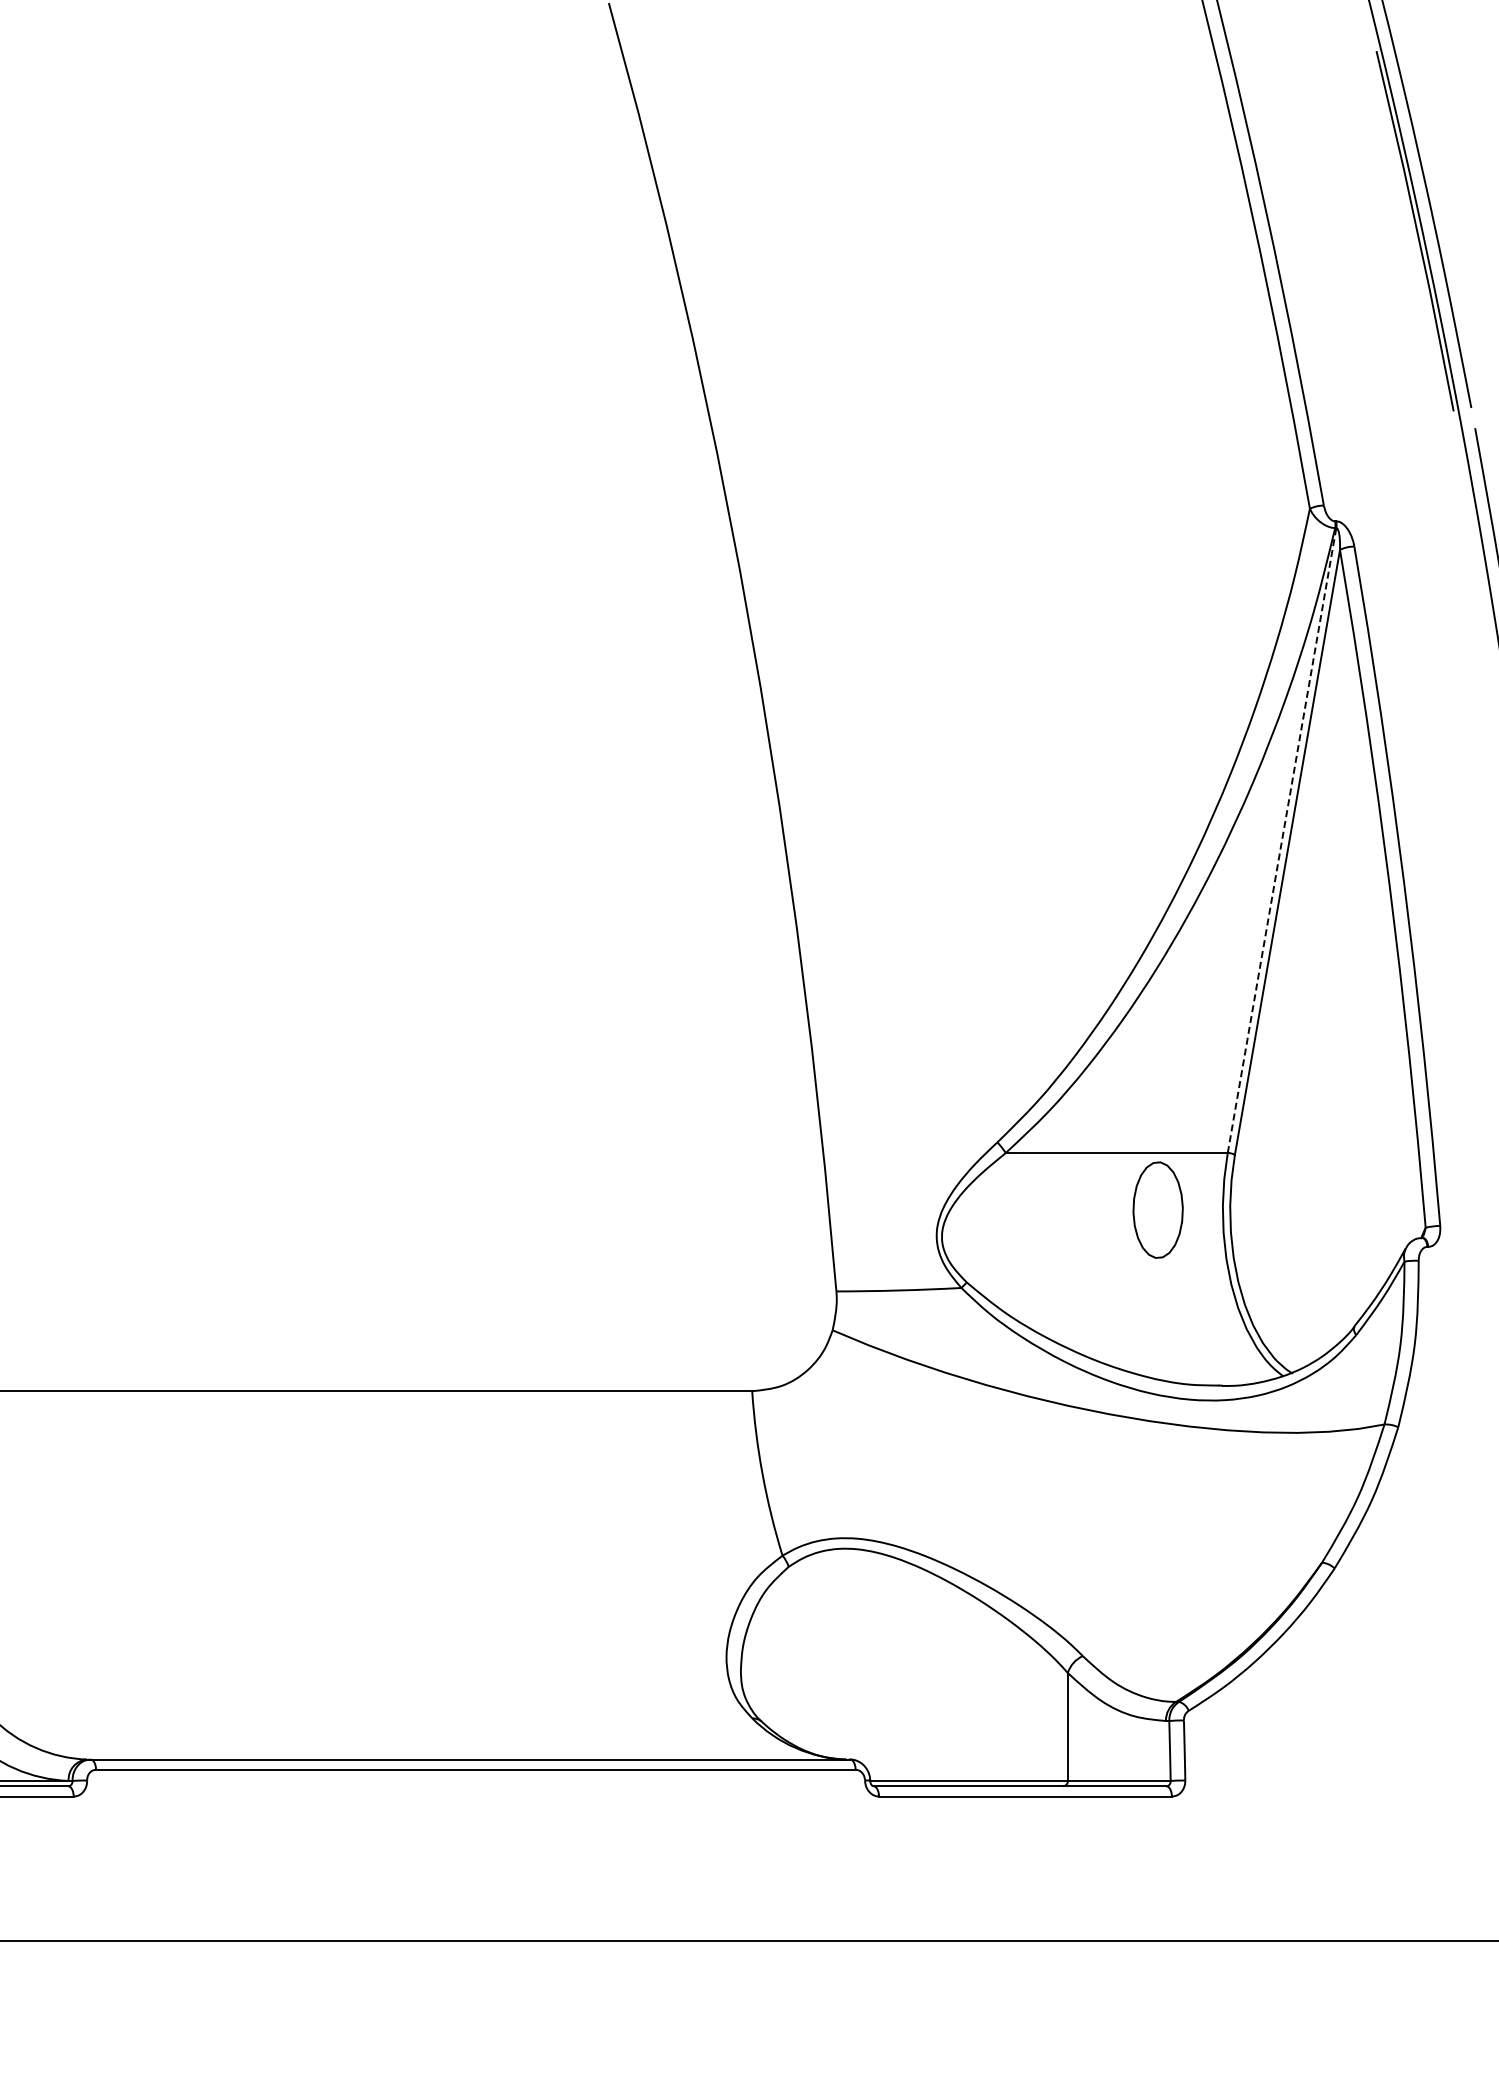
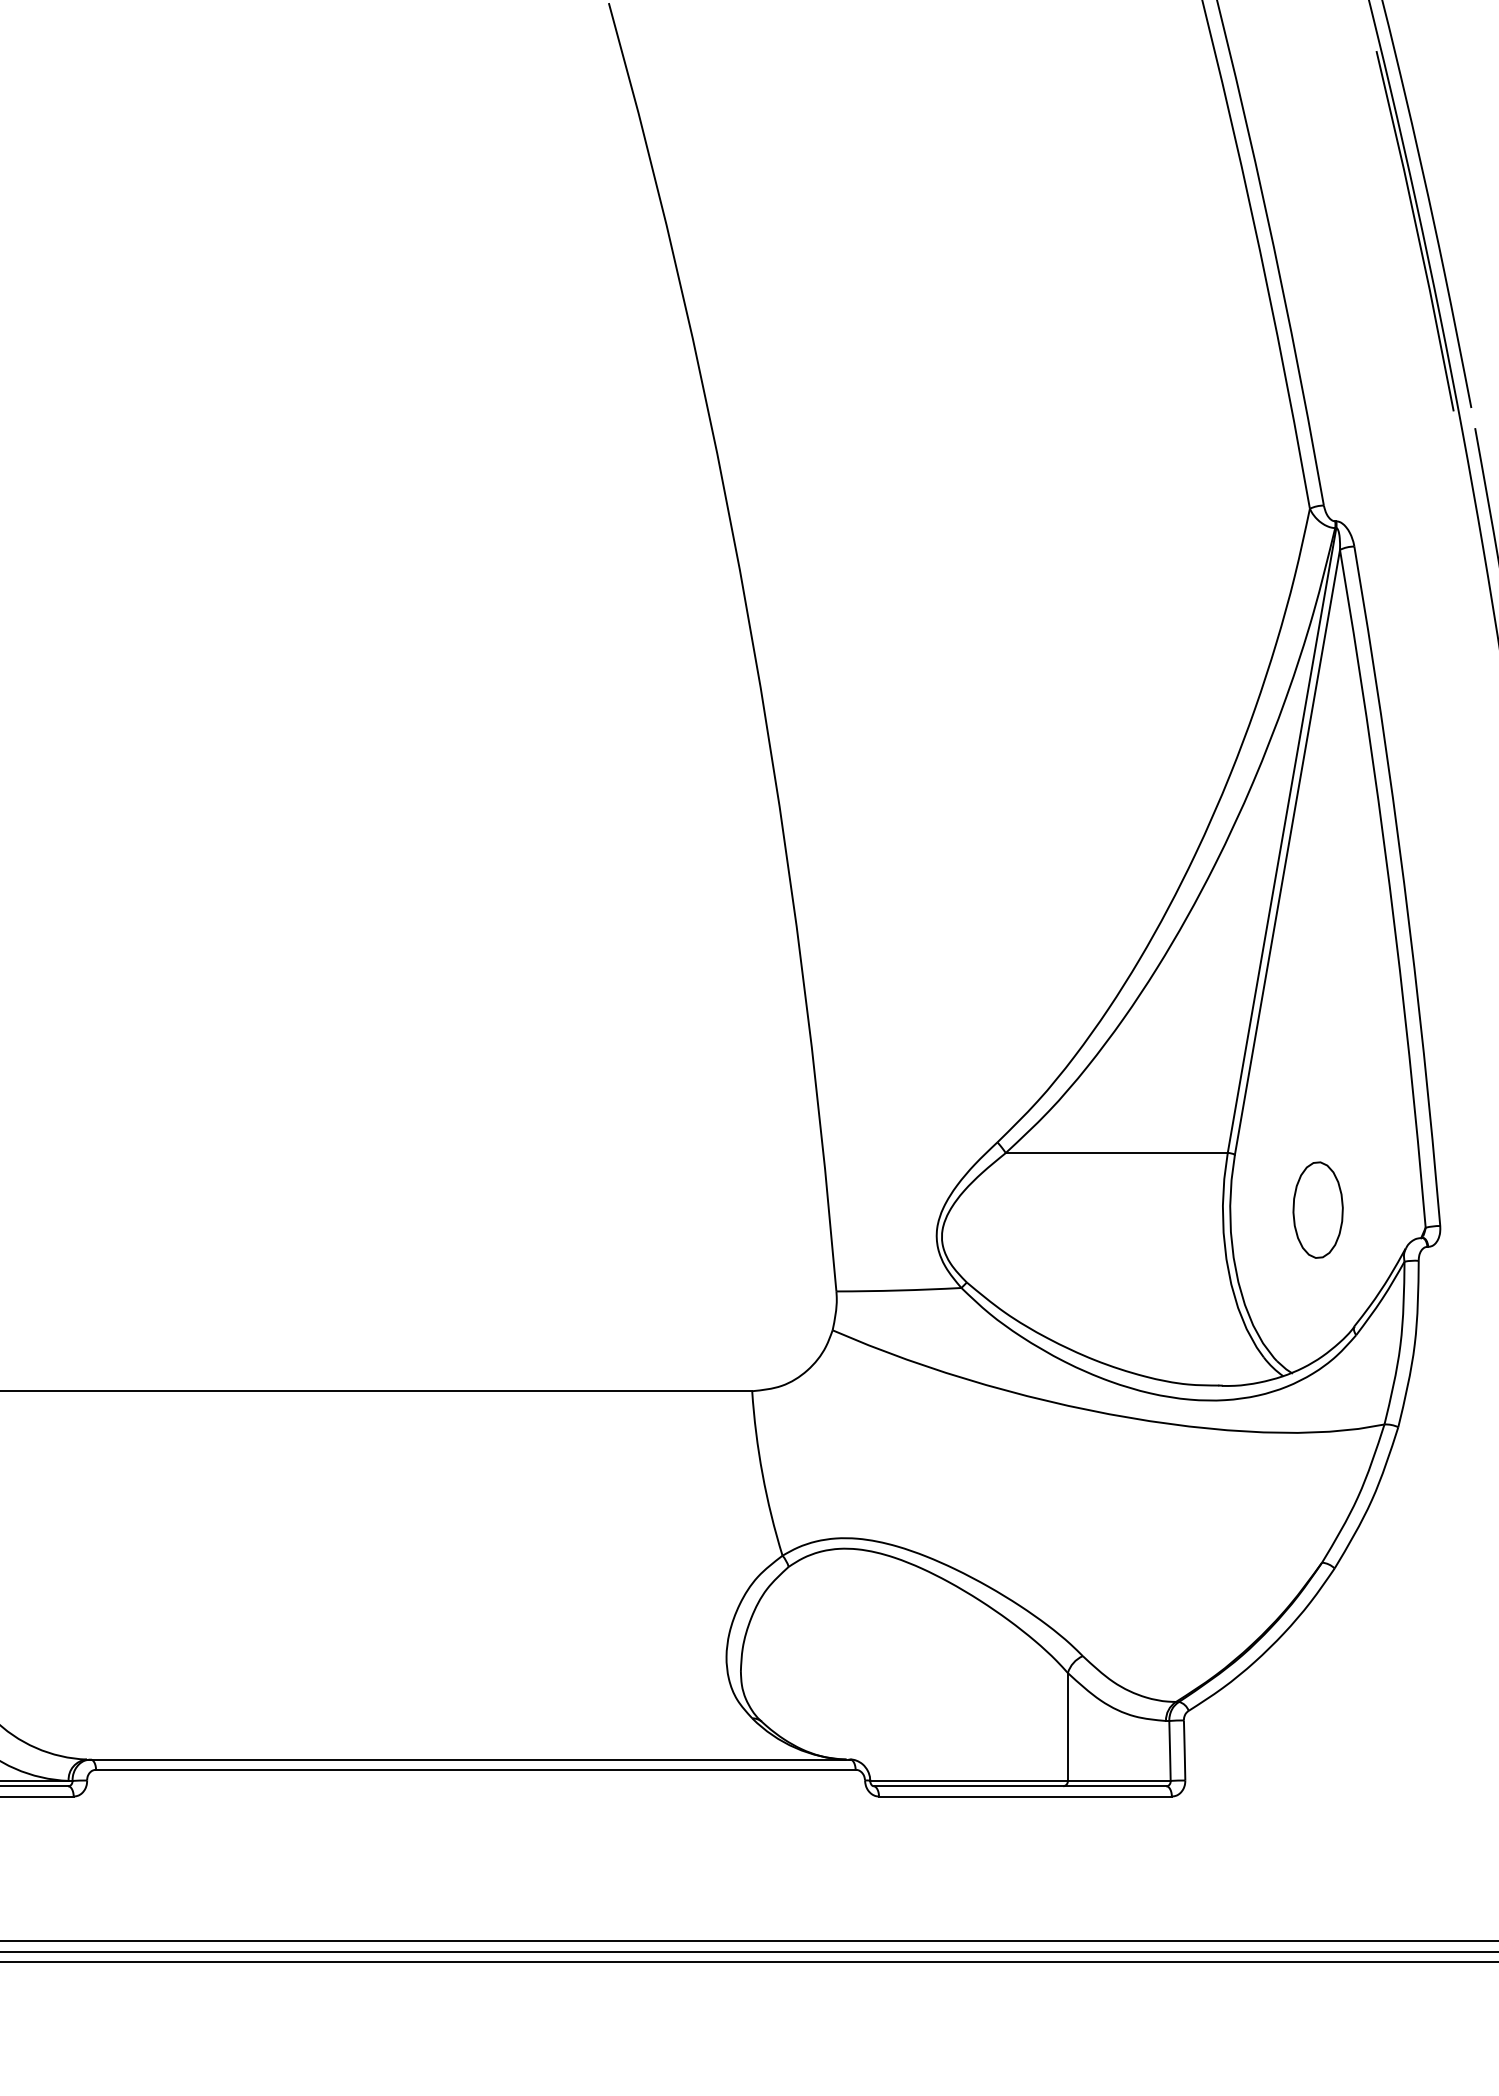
line at (1282, 840): dashed -> solid
part at (1157, 1209) position: (1157, 1209) -> (1317, 1209)
line at (748, 1951): none -> present
line at (748, 1962): none -> present
